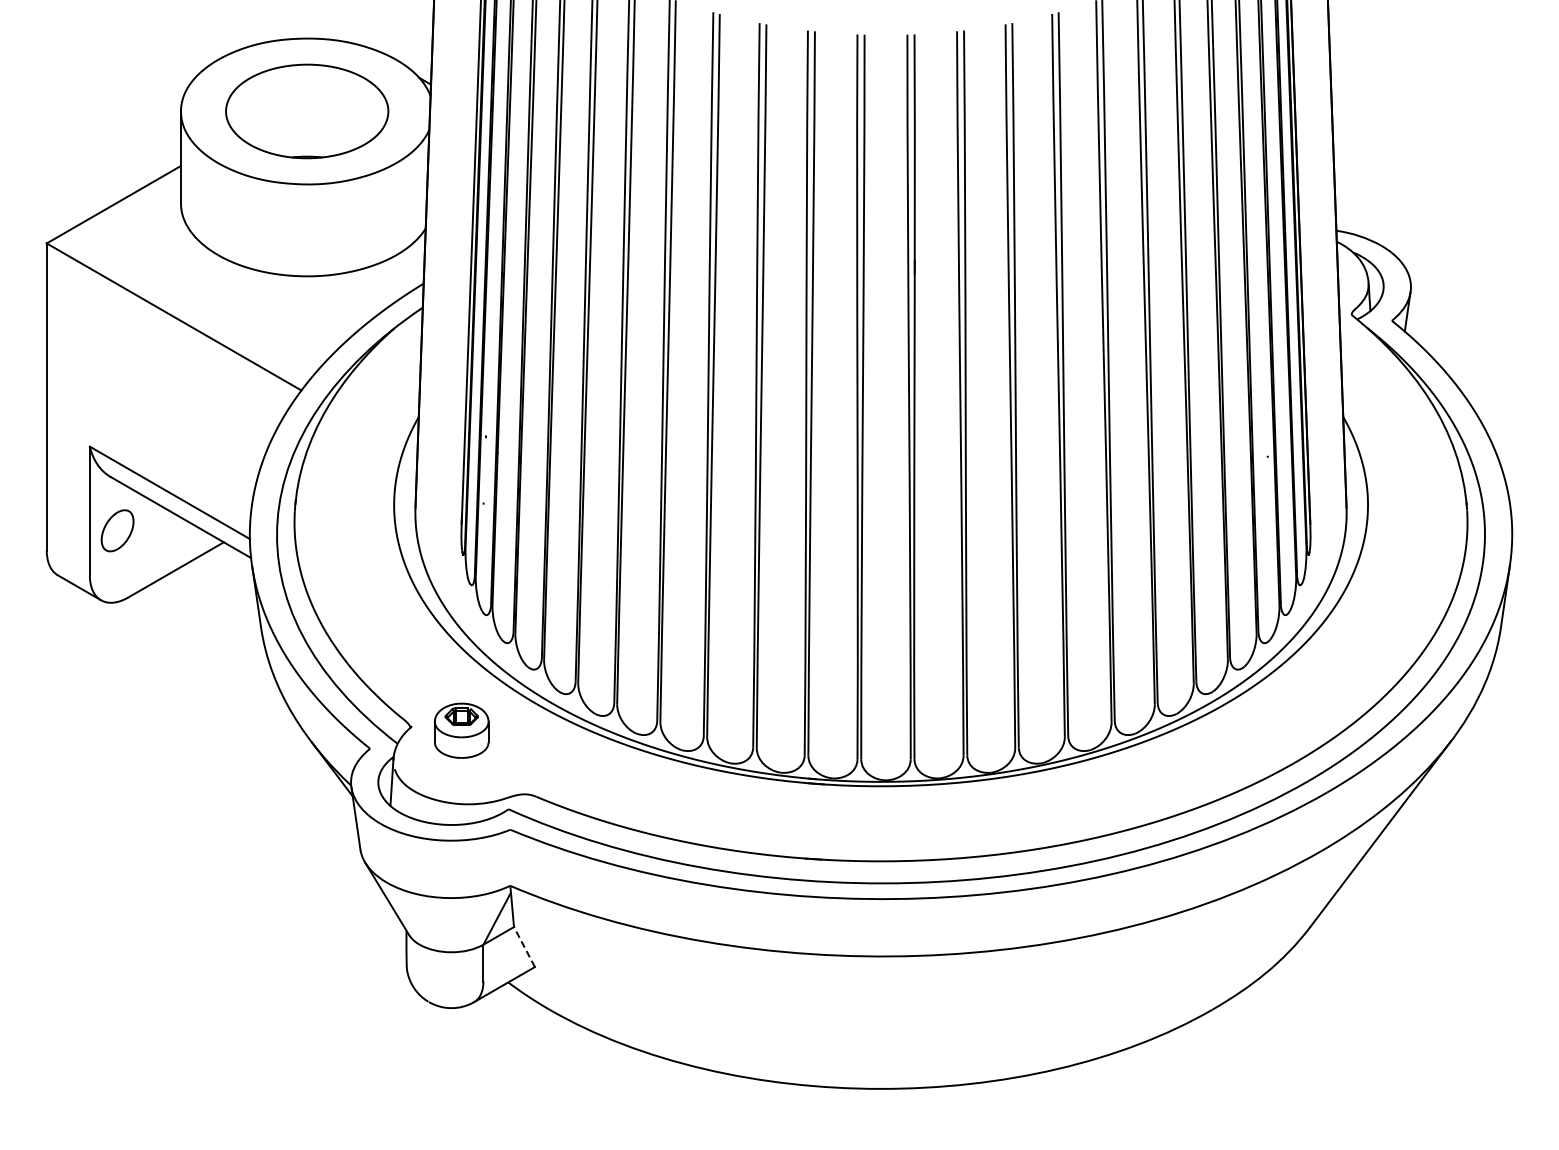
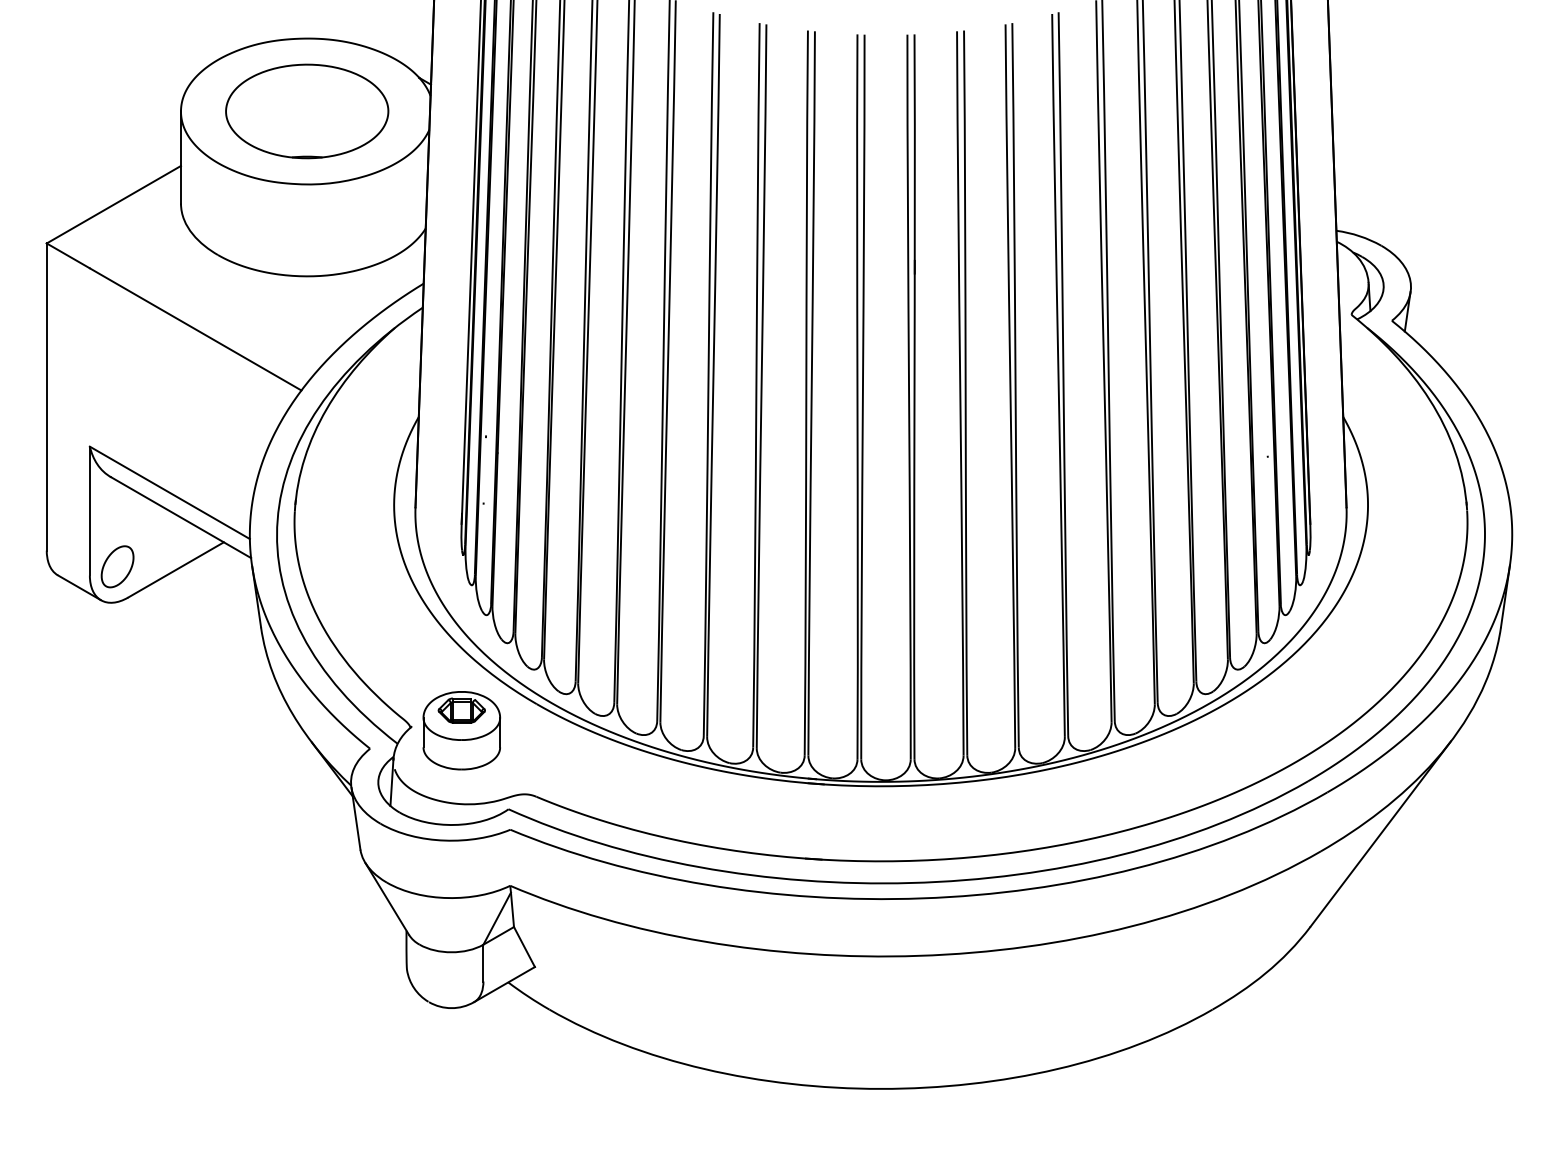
part at (117, 530) position: (117, 530) -> (117, 566)
part at (461, 730) size: 56x57 px -> 79x80 px
line at (524, 947): dashed -> solid
